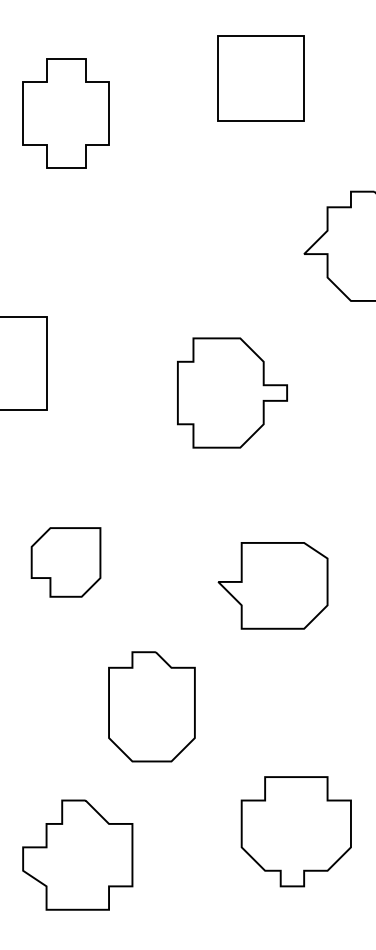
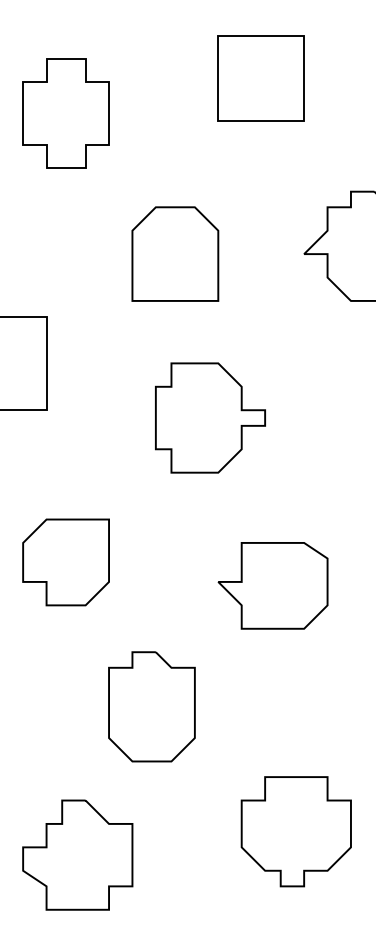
part at (175, 253): none -> present
part at (232, 392) position: (232, 392) -> (210, 417)
part at (65, 562) size: 72x71 px -> 88x89 px
